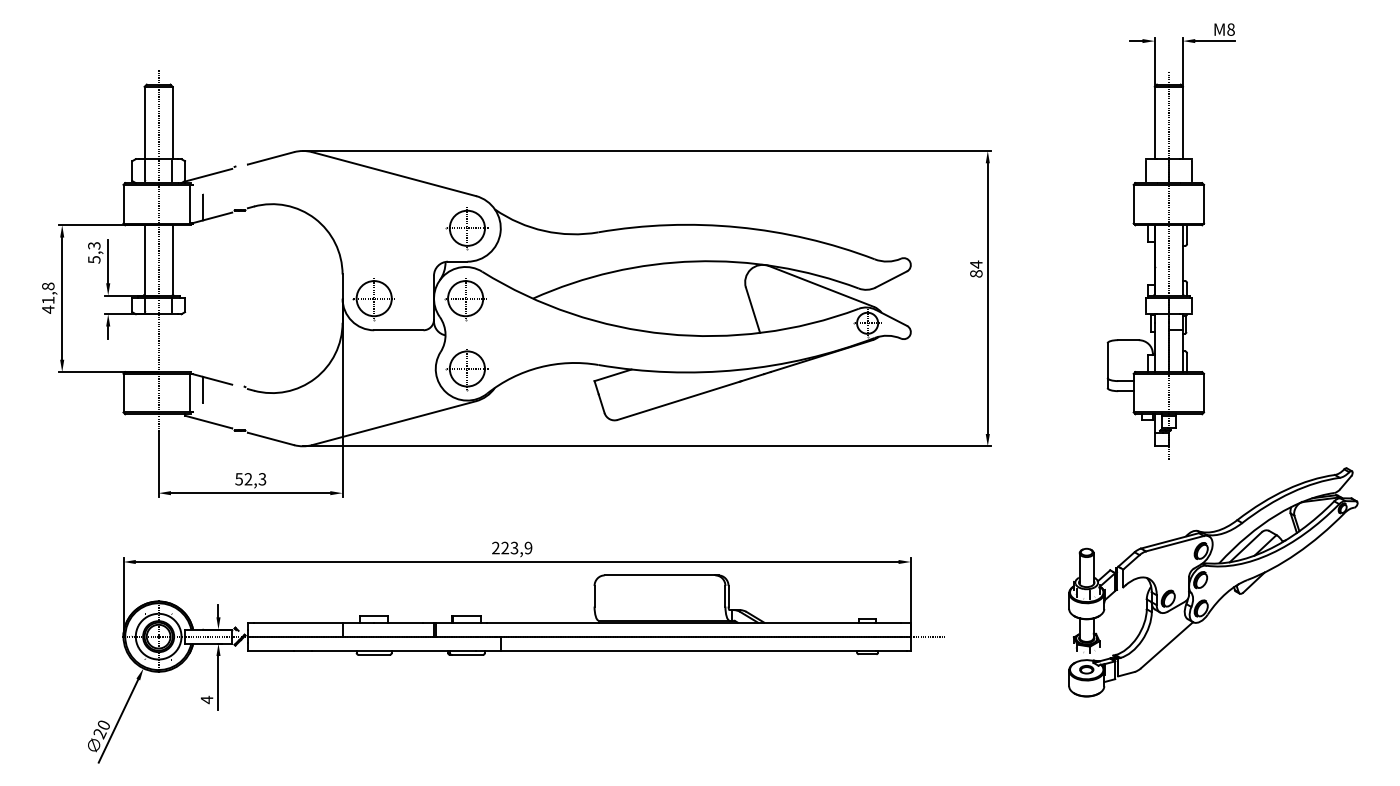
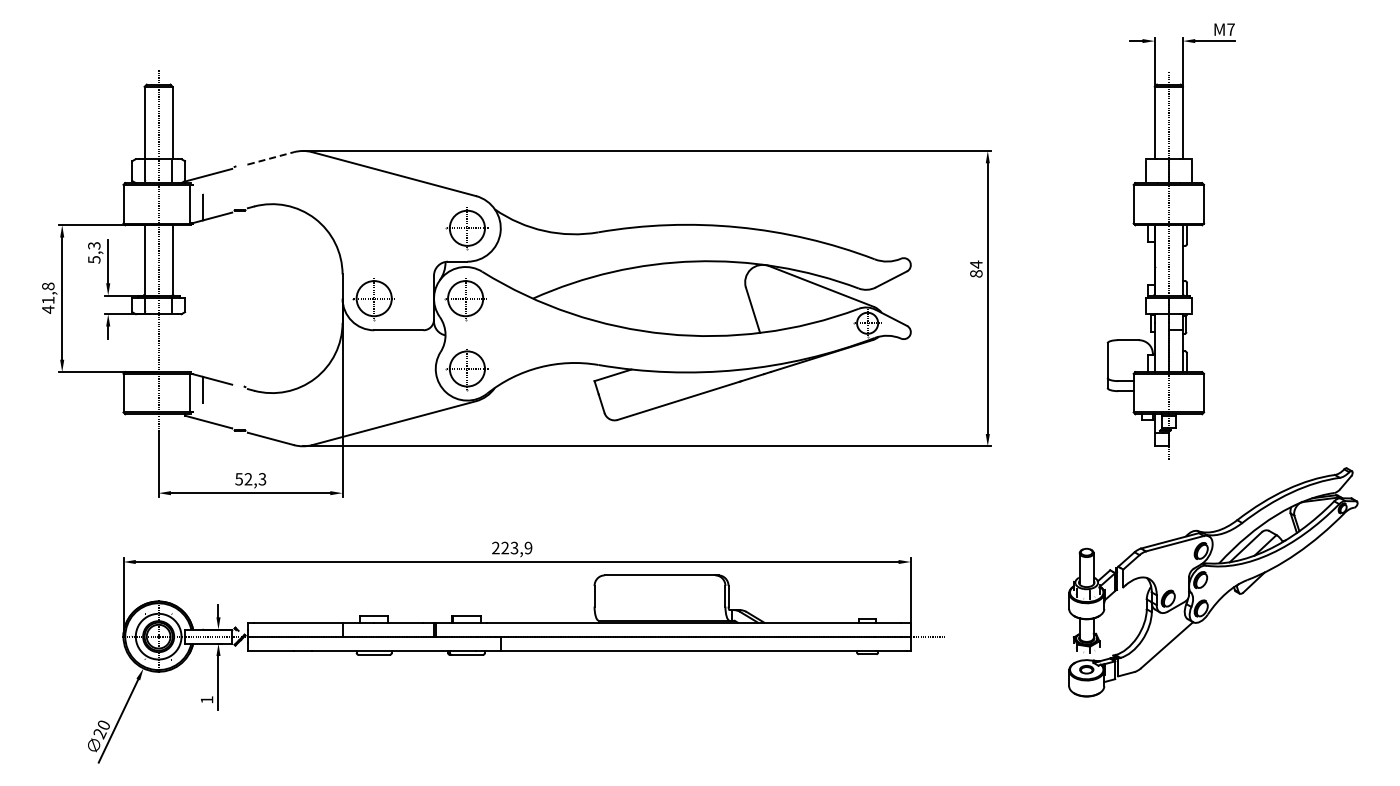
text at (1230, 29): M8 -> M7
line at (270, 158): solid -> dashed
text at (207, 699): 4 -> 1
